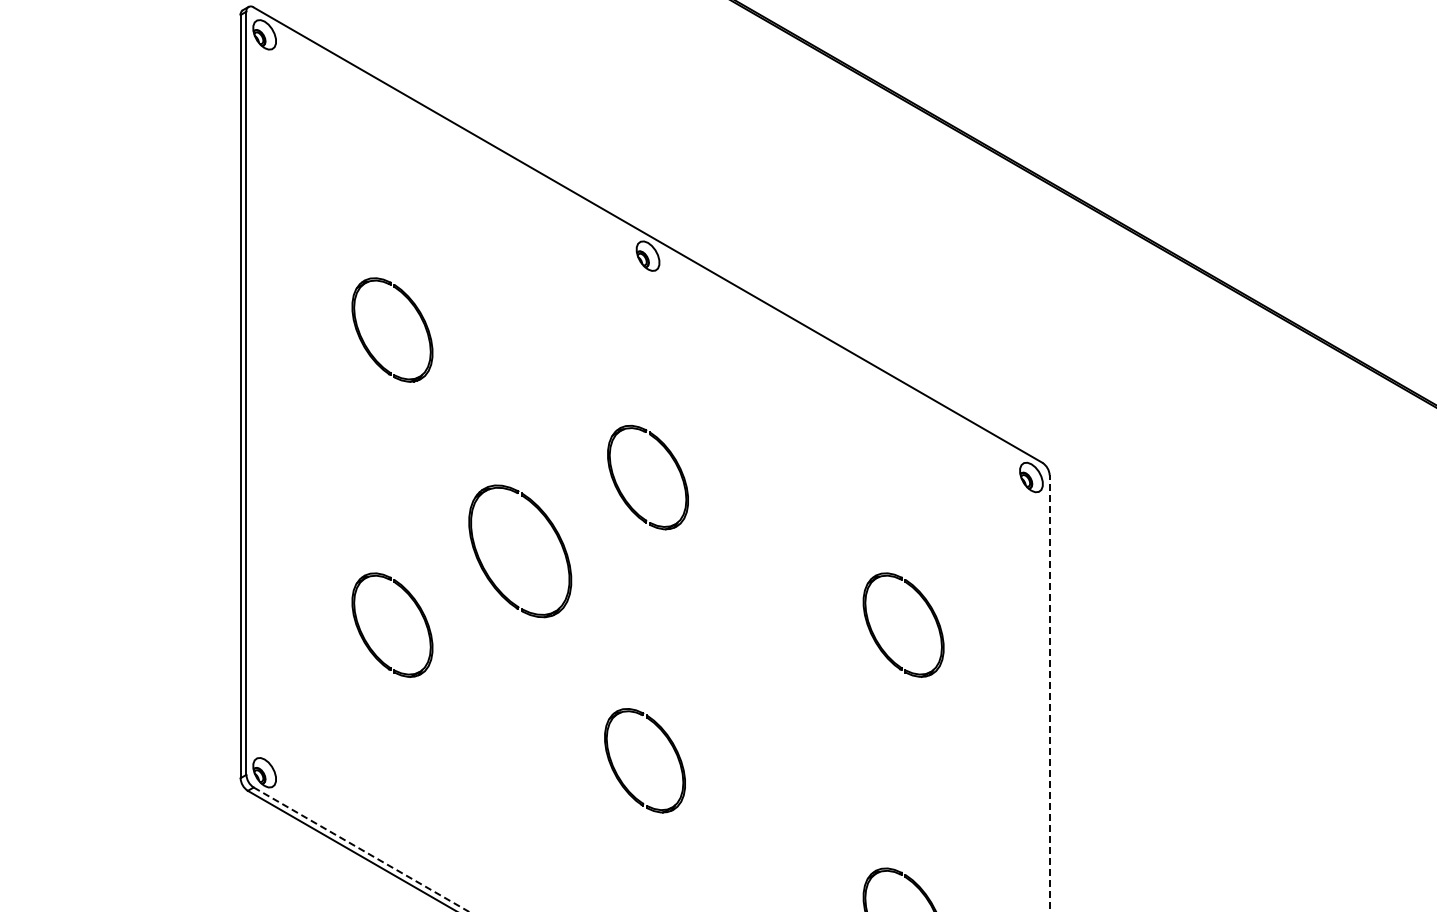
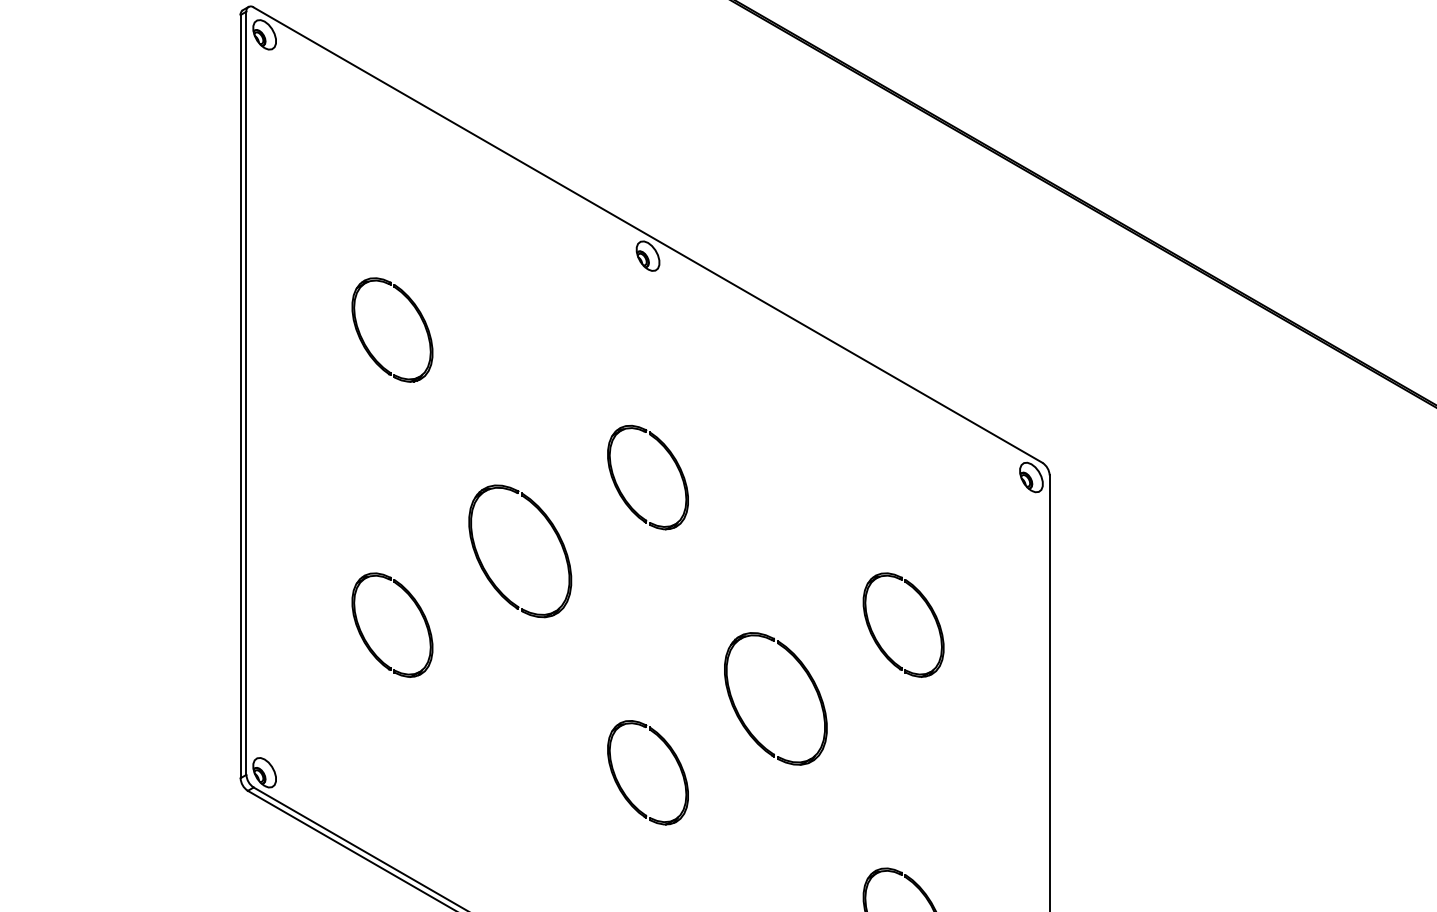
line at (1049, 693): dashed -> solid
part at (743, 720): none -> present
part at (619, 776) position: (619, 776) -> (622, 788)
line at (361, 849): dashed -> solid
